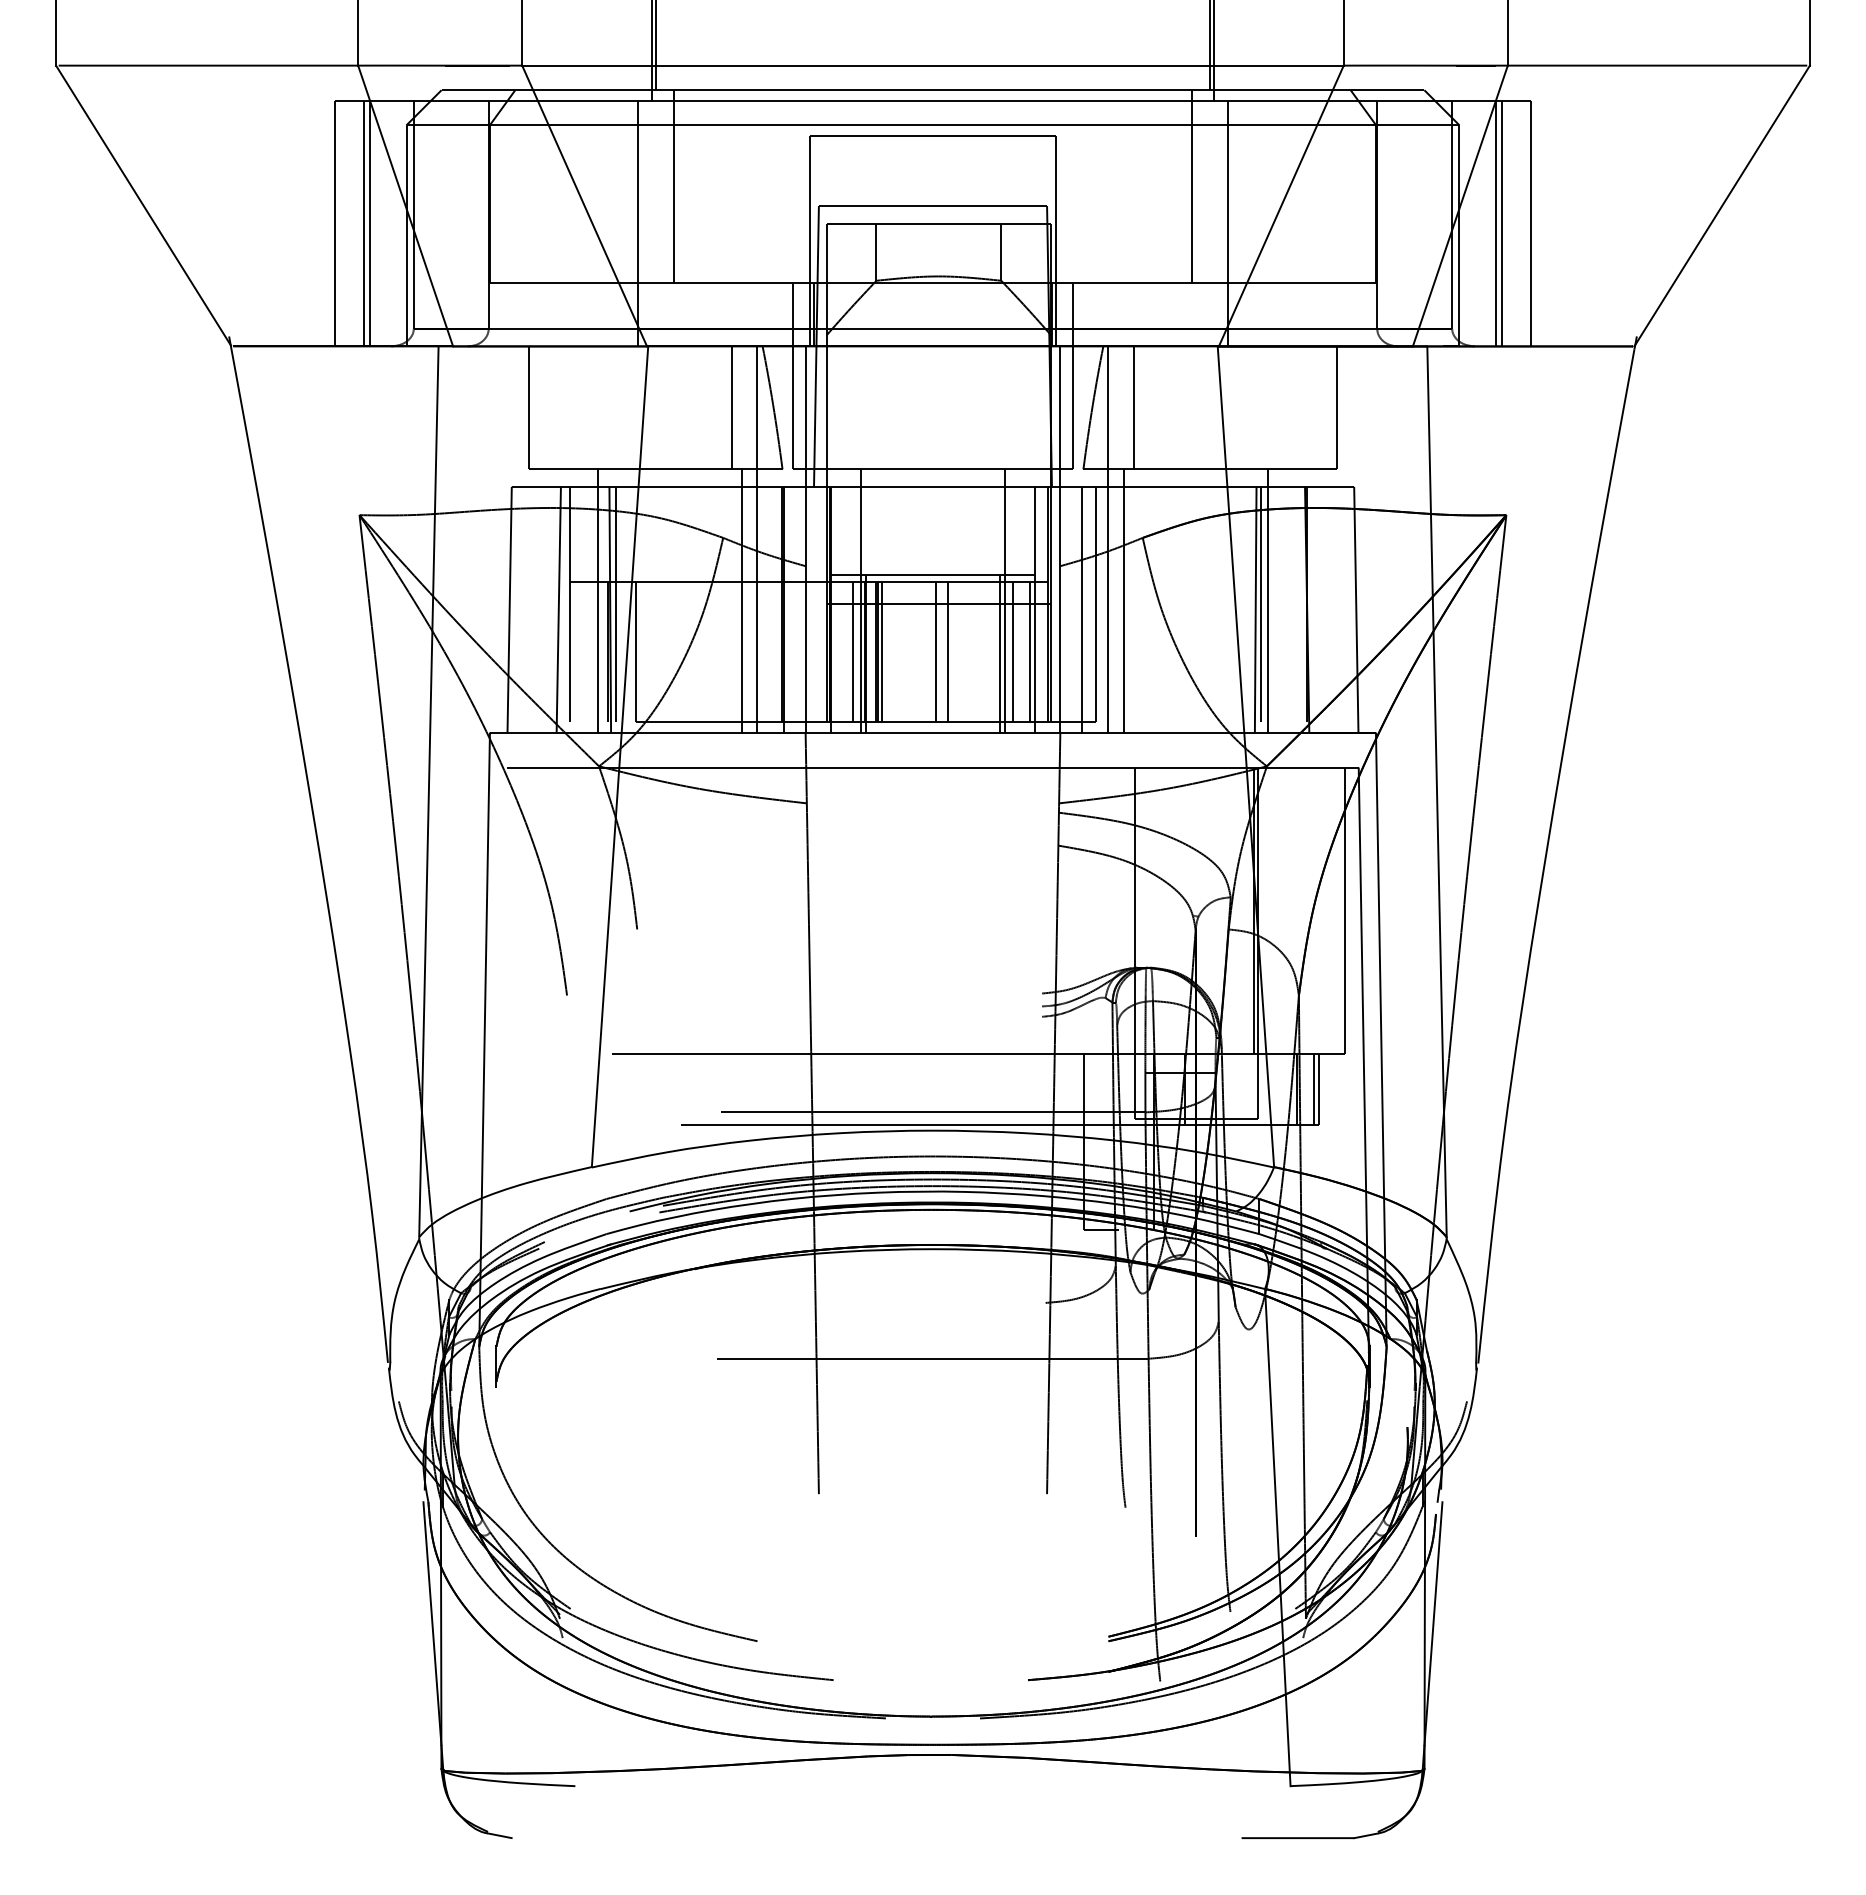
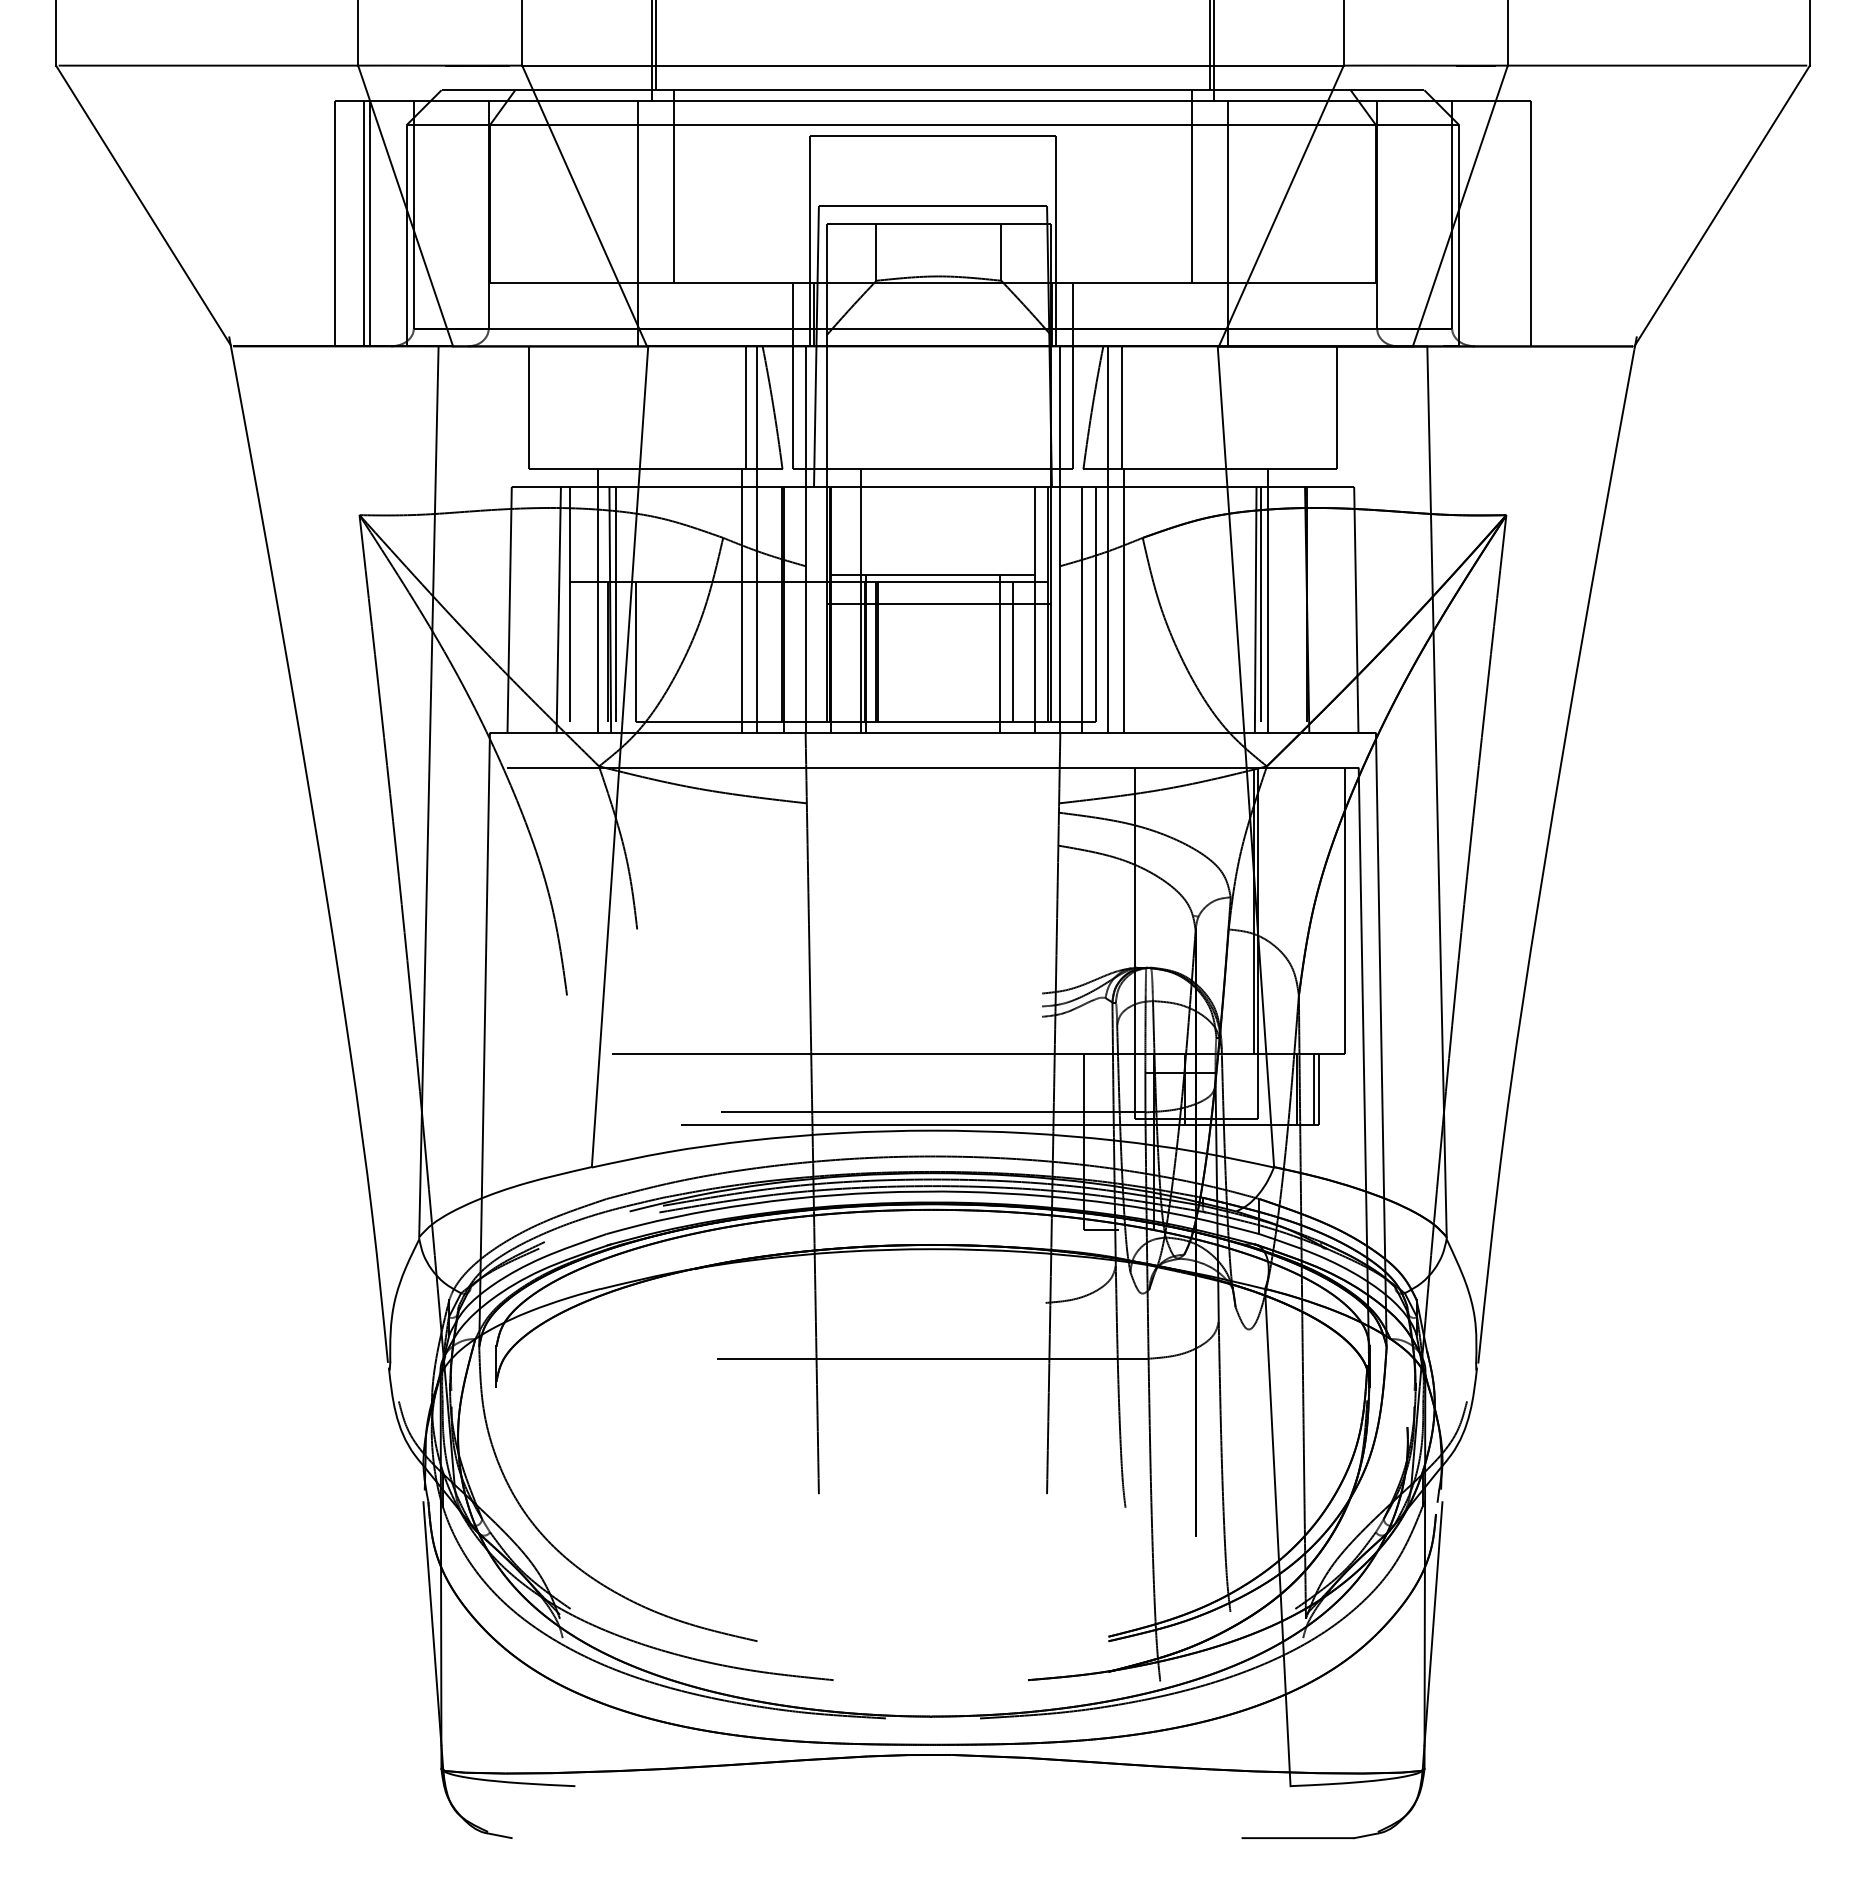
line at (1496, 223): present -> none
line at (1501, 223): present -> none
line at (732, 407) position: (732, 407) -> (746, 407)
line at (1133, 407) position: (1133, 407) -> (1121, 407)
line at (1004, 600): present -> none
line at (853, 651): present -> none
line at (882, 651): present -> none
line at (936, 651): present -> none
line at (947, 651): present -> none
line at (1030, 651): present -> none
